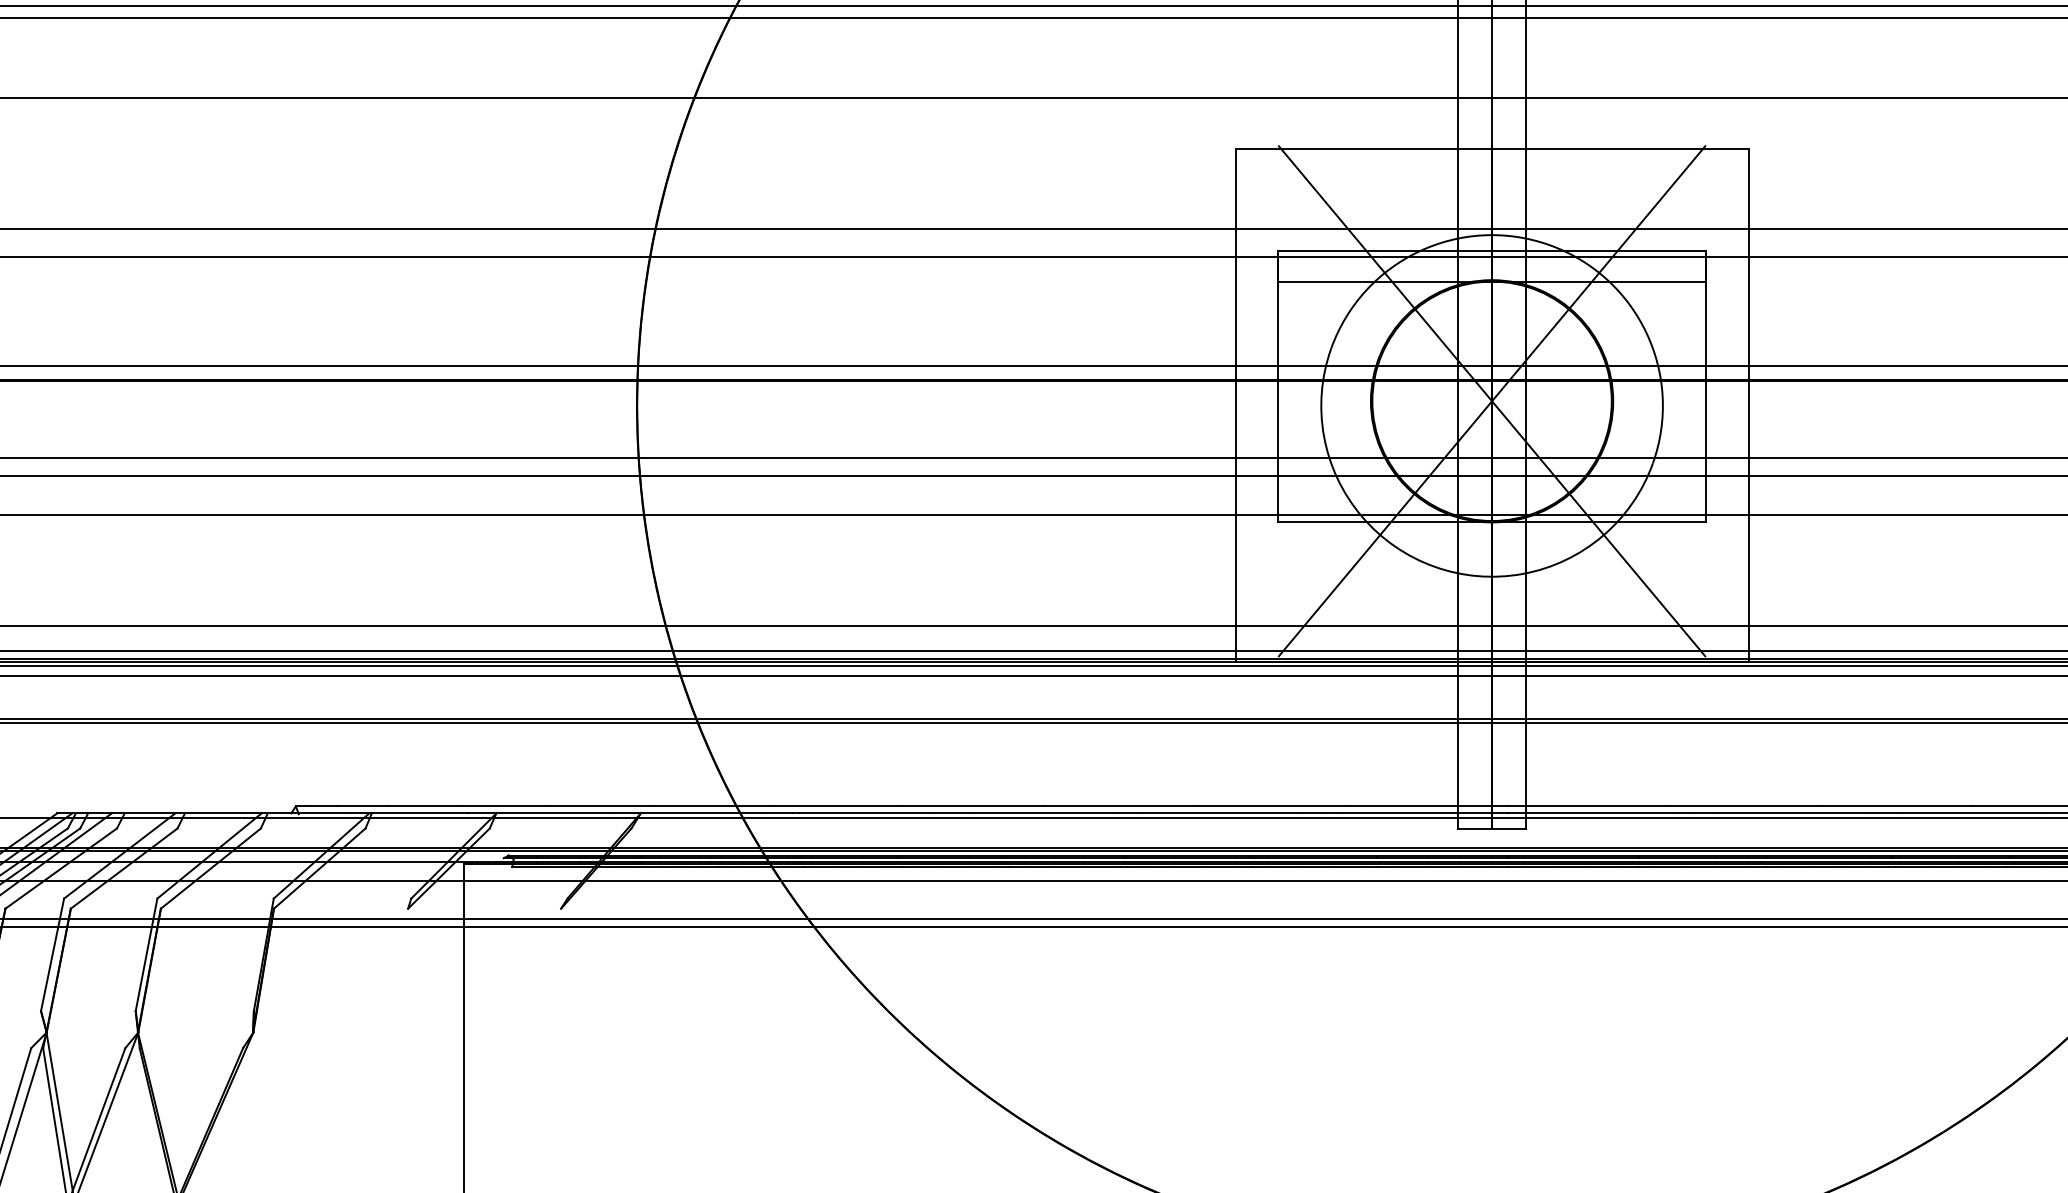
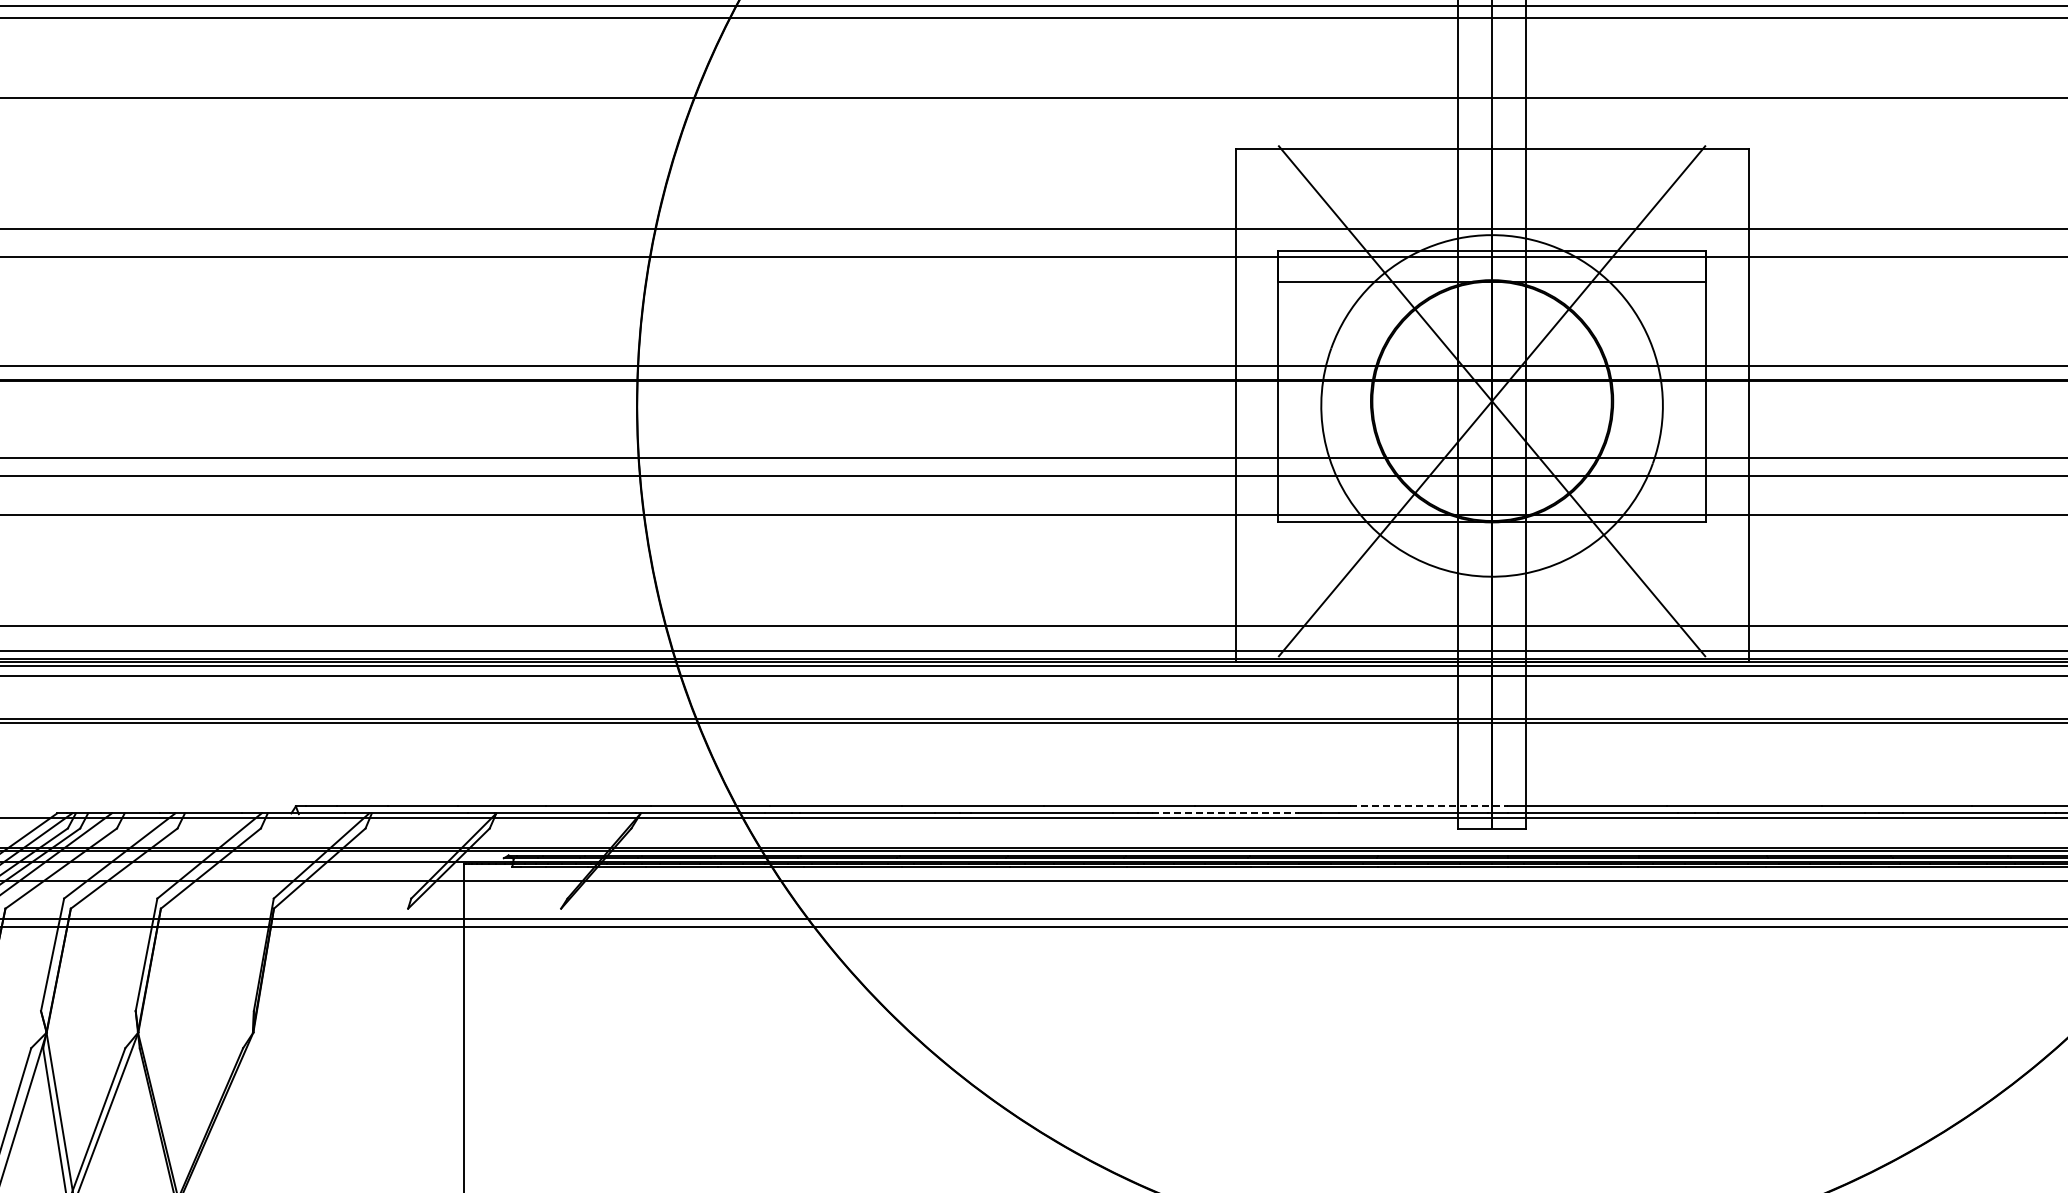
line at (1429, 806): solid -> dashed
line at (1225, 813): solid -> dashed
